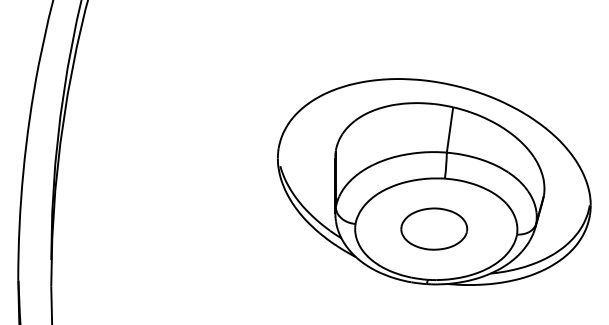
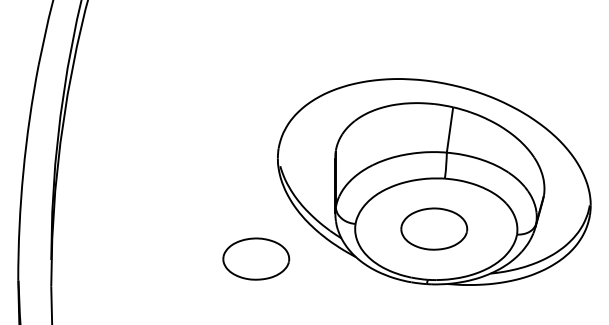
part at (256, 258): none -> present
